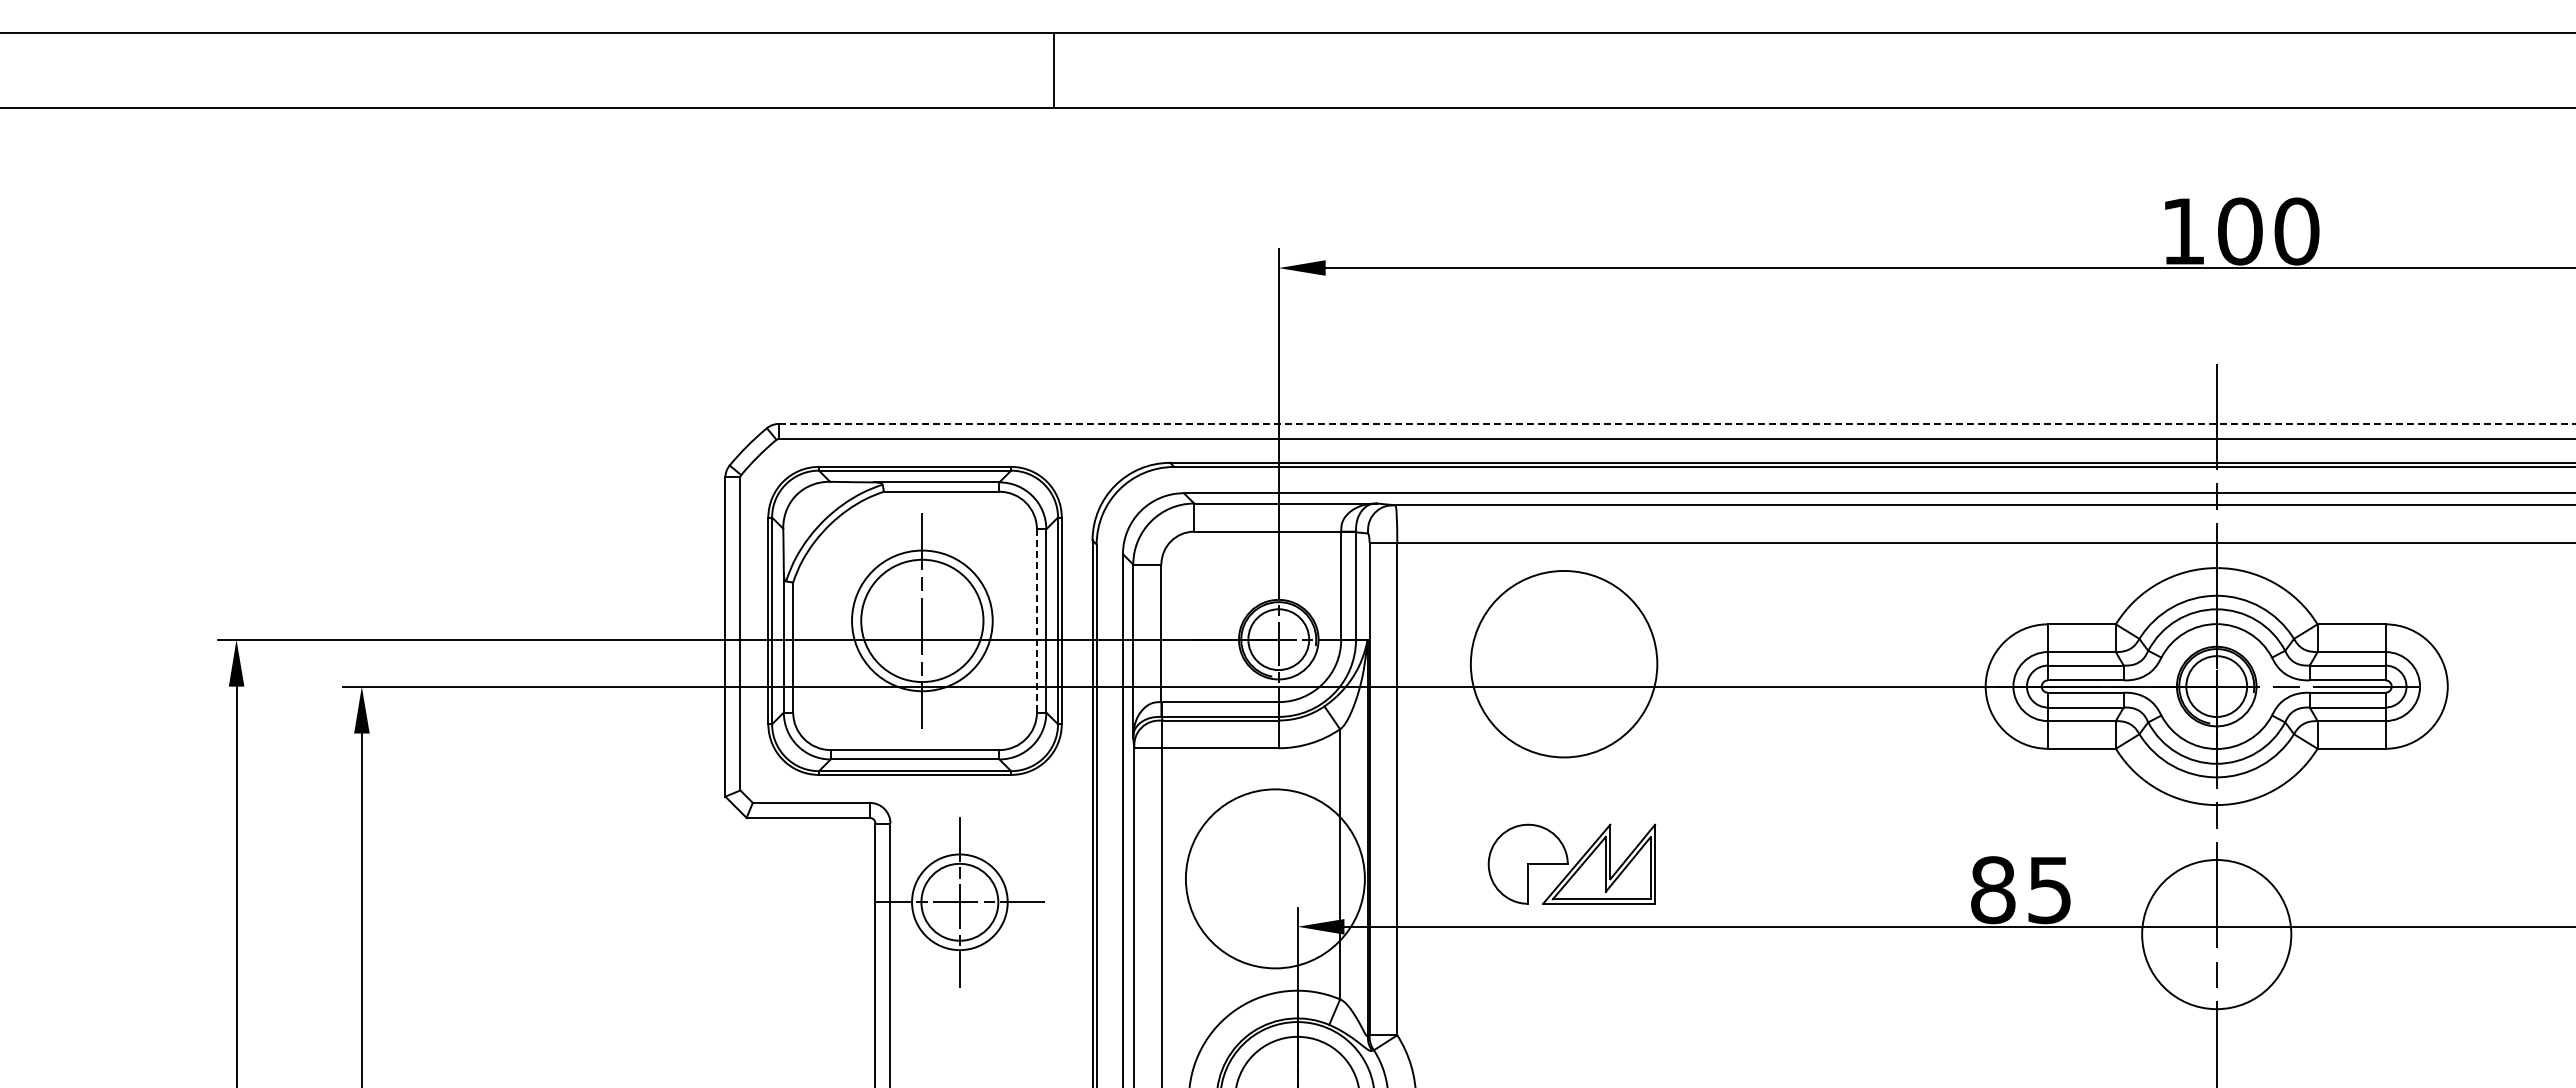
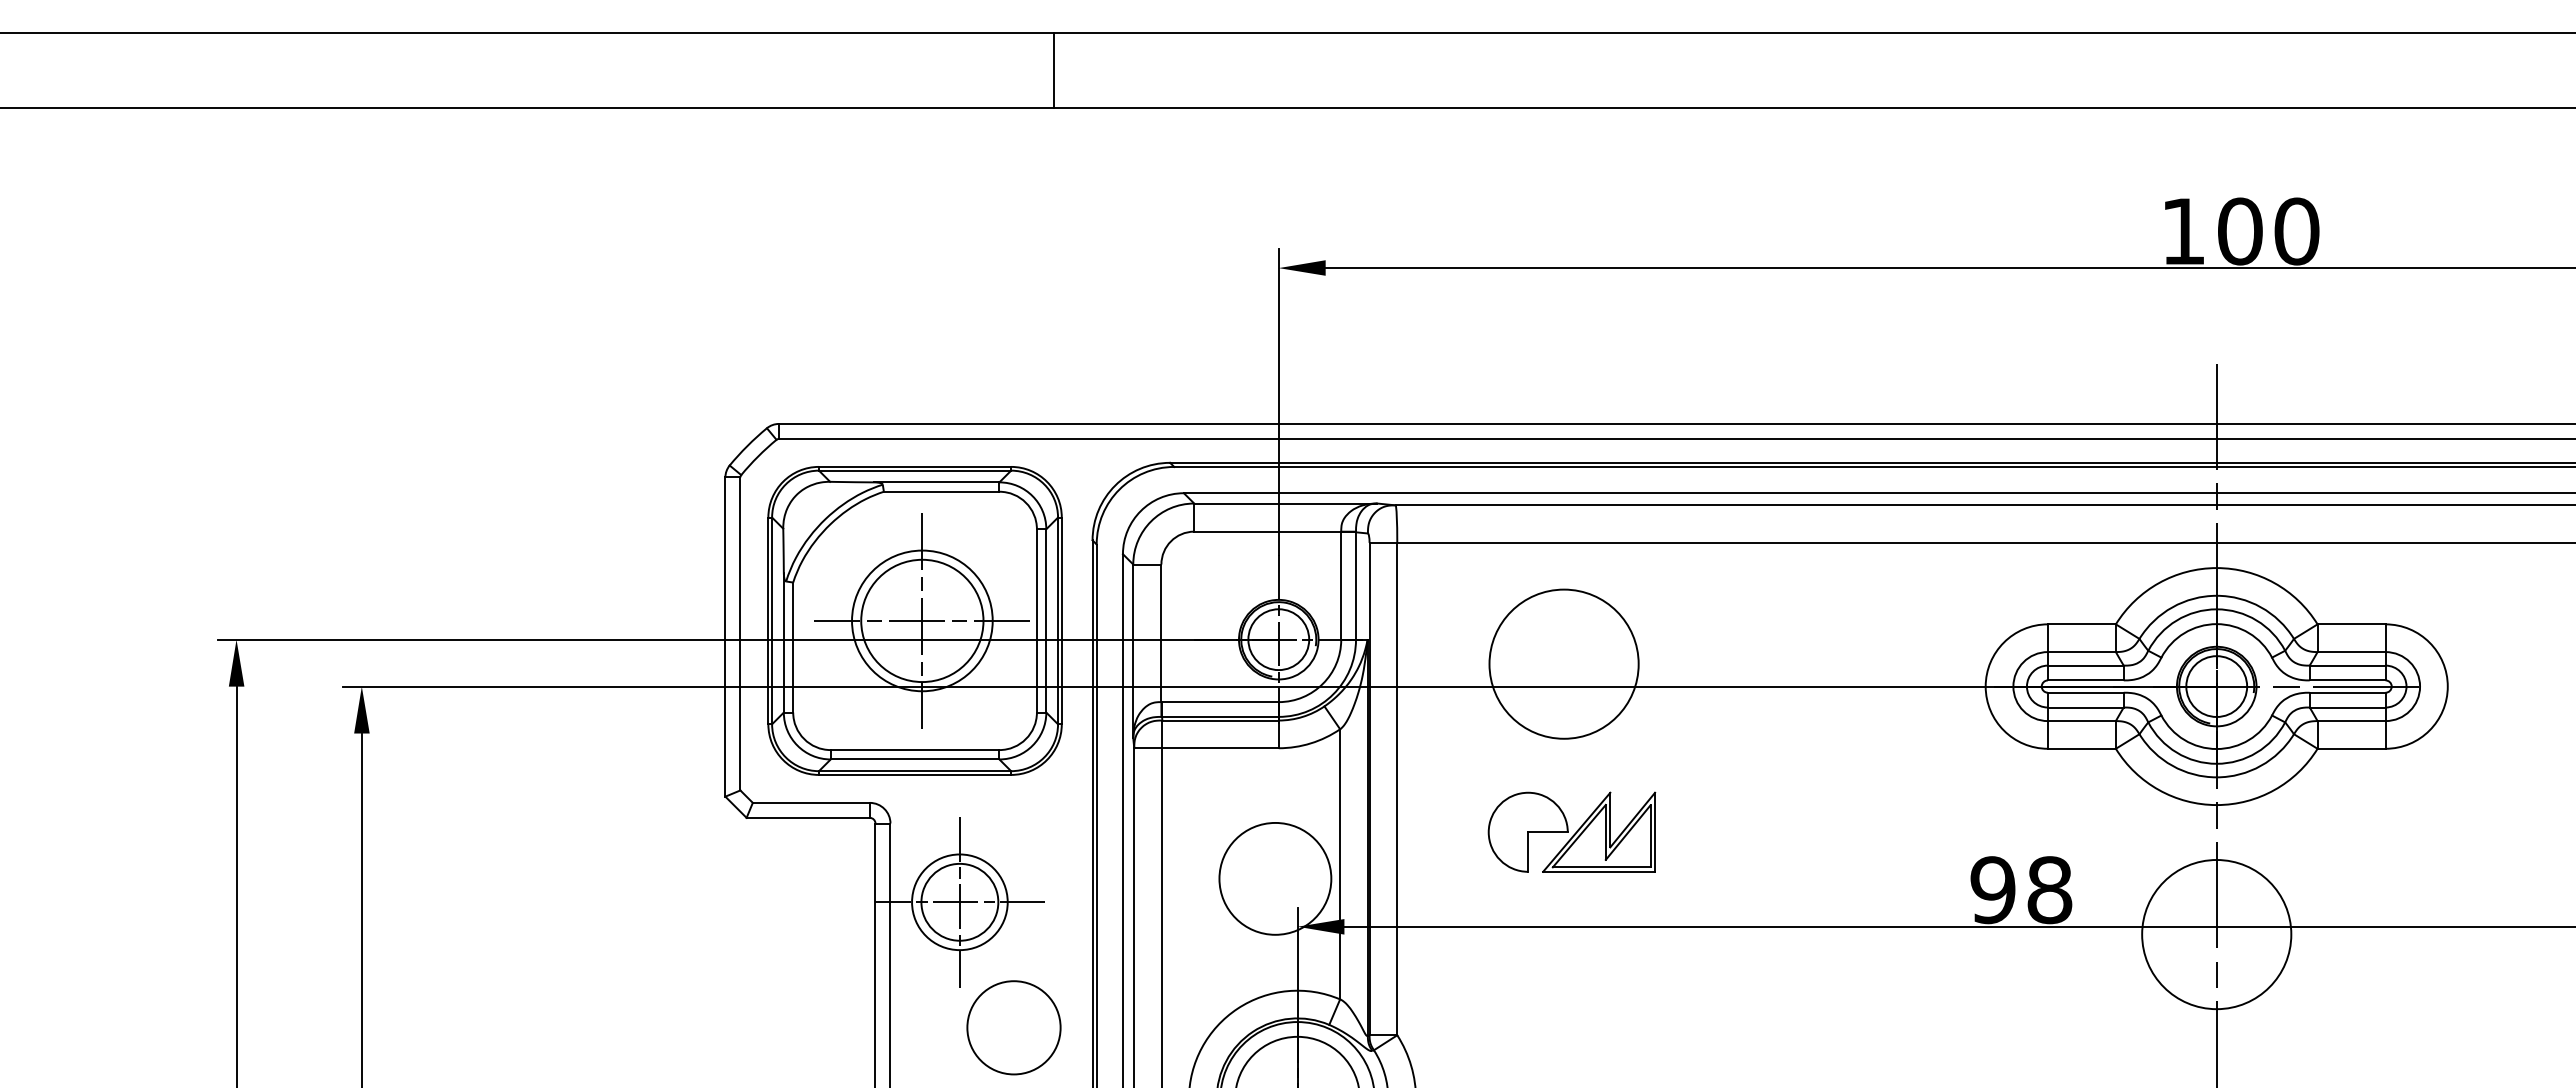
line at (1677, 423): dashed -> solid
line at (922, 620): none -> present
line at (1036, 620): dashed -> solid
circle at (1563, 663) diameter: 186 px -> 149 px
part at (1571, 863) position: (1571, 863) -> (1571, 831)
circle at (1274, 878) diameter: 179 px -> 112 px
text at (2021, 890): 85 -> 98
circle at (1013, 1027): none -> present
